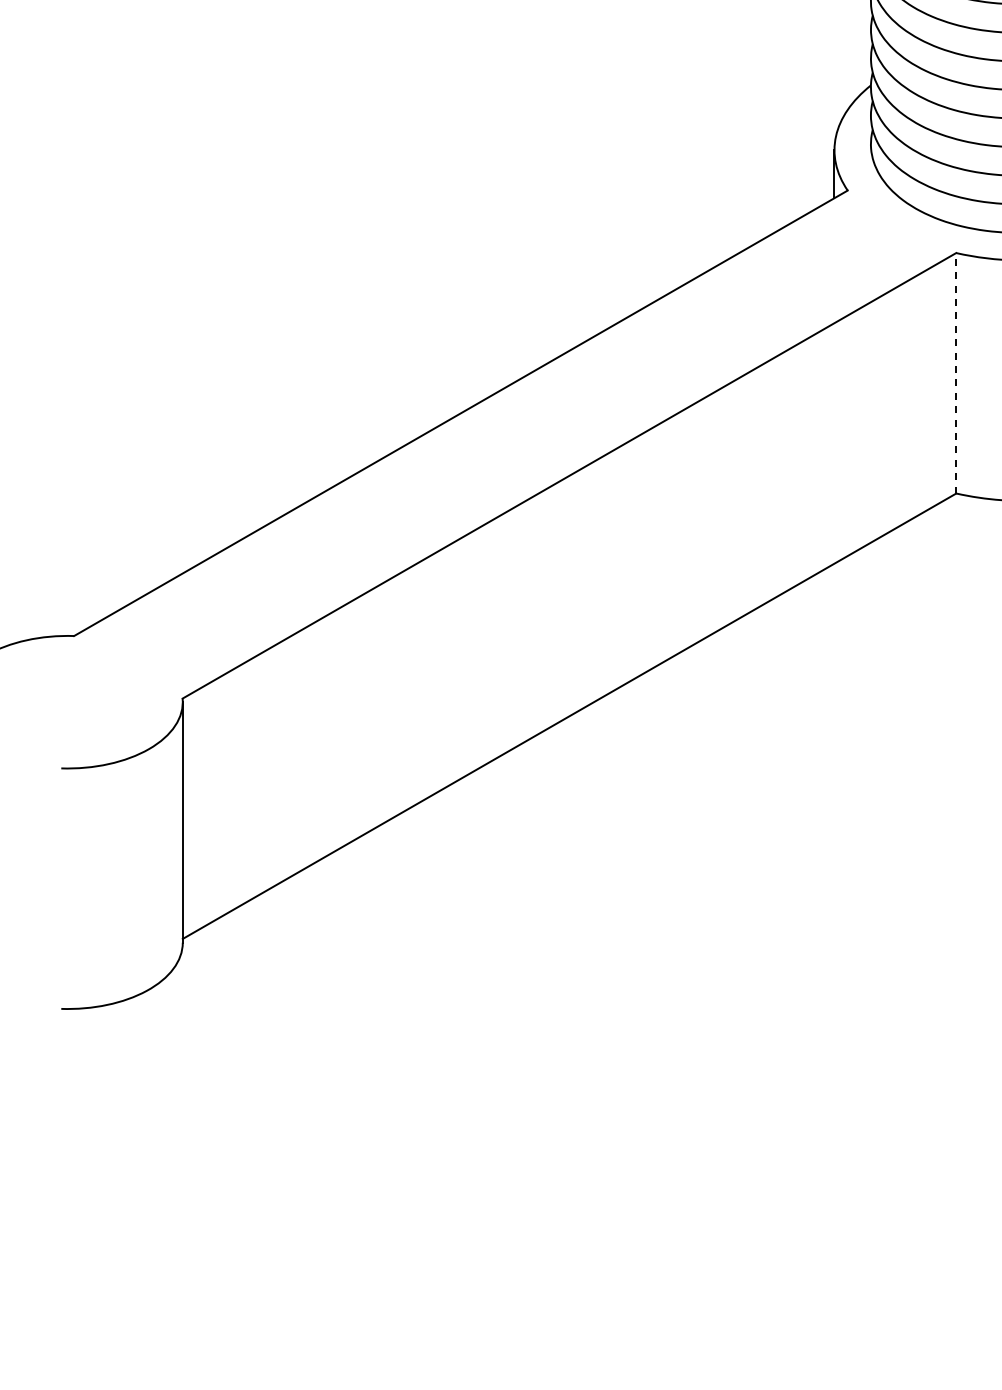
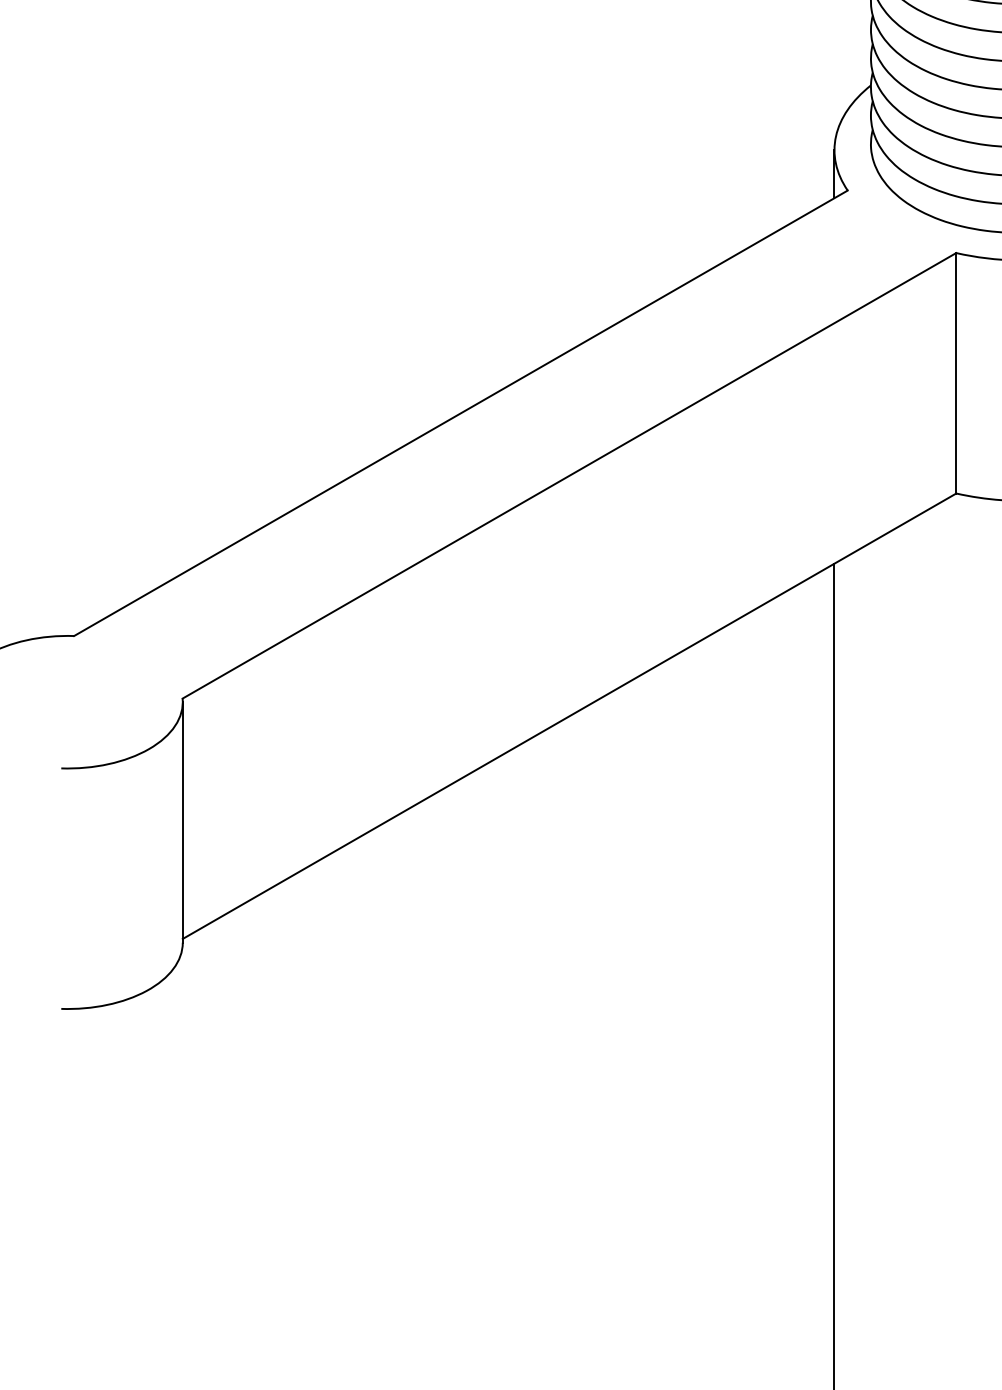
line at (956, 372): dashed -> solid
line at (834, 974): none -> present
